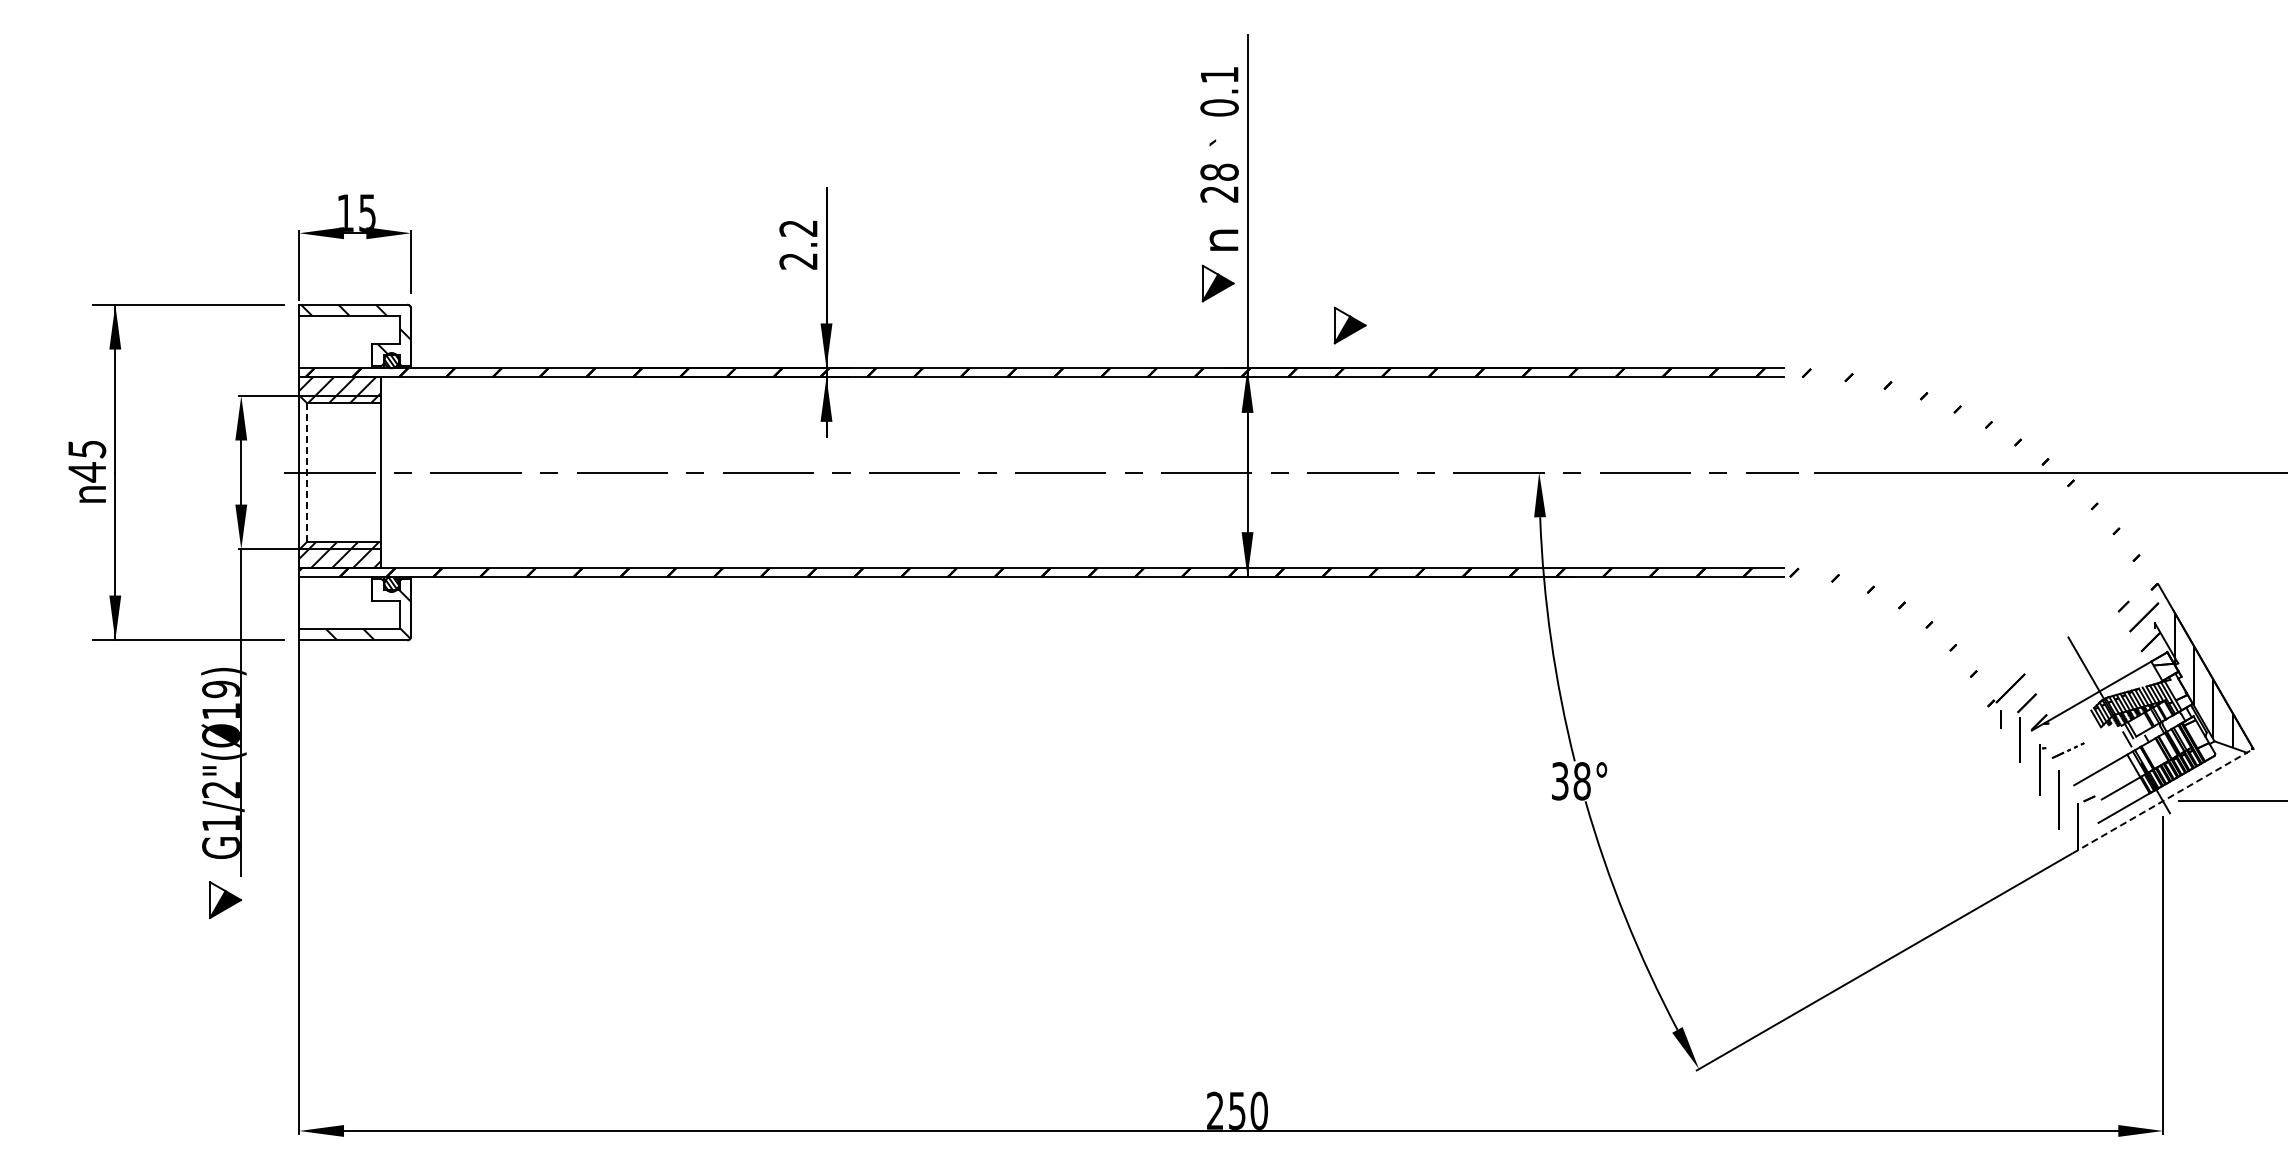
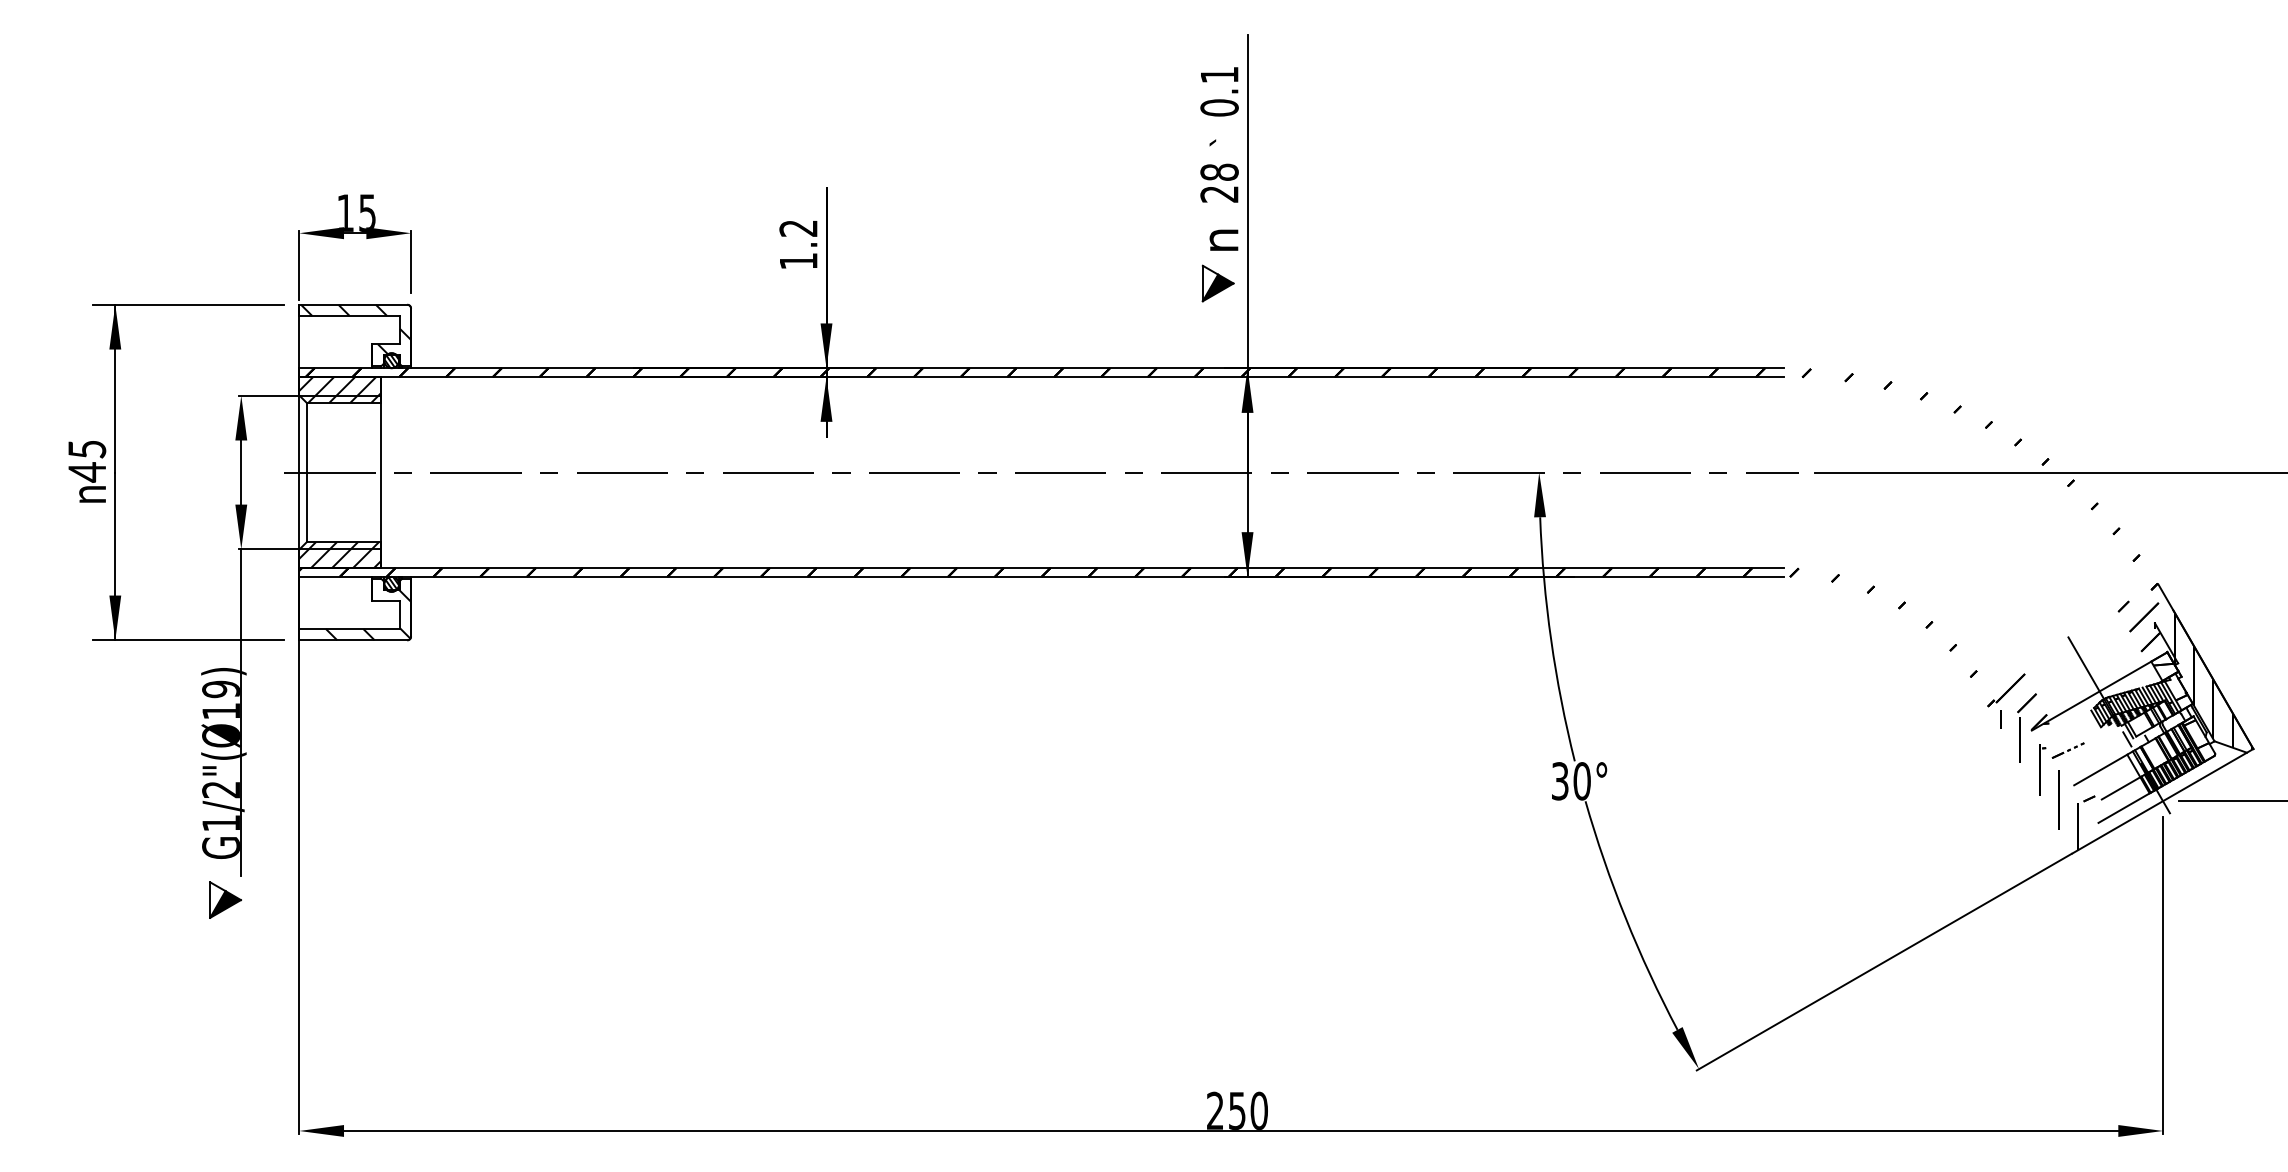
text at (798, 261): 2.2 -> 1.2
part at (1349, 325): present -> none
line at (306, 472): dashed -> solid
text at (1581, 781): 38° -> 30°
line at (2163, 800): dashed -> solid
